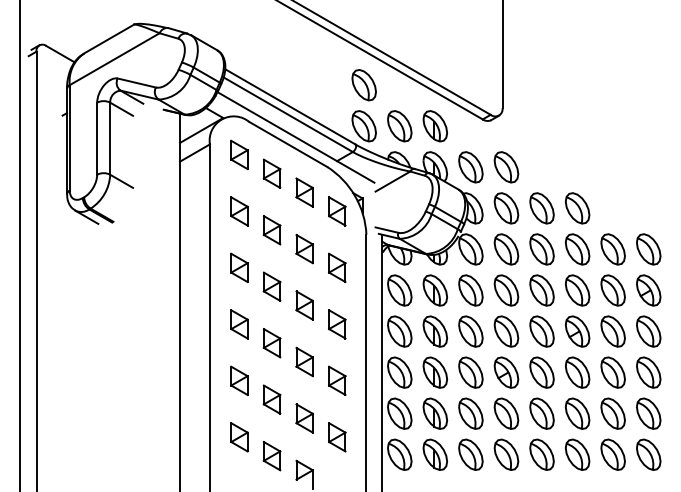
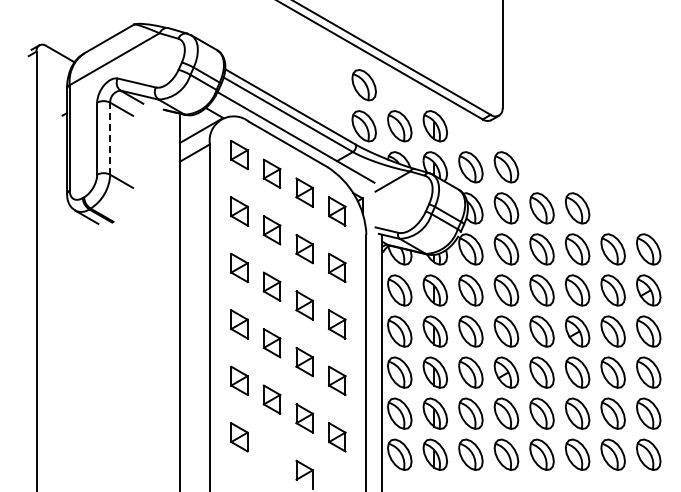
line at (110, 138): solid -> dashed
line at (20, 245): present -> none
part at (271, 456): present -> none
